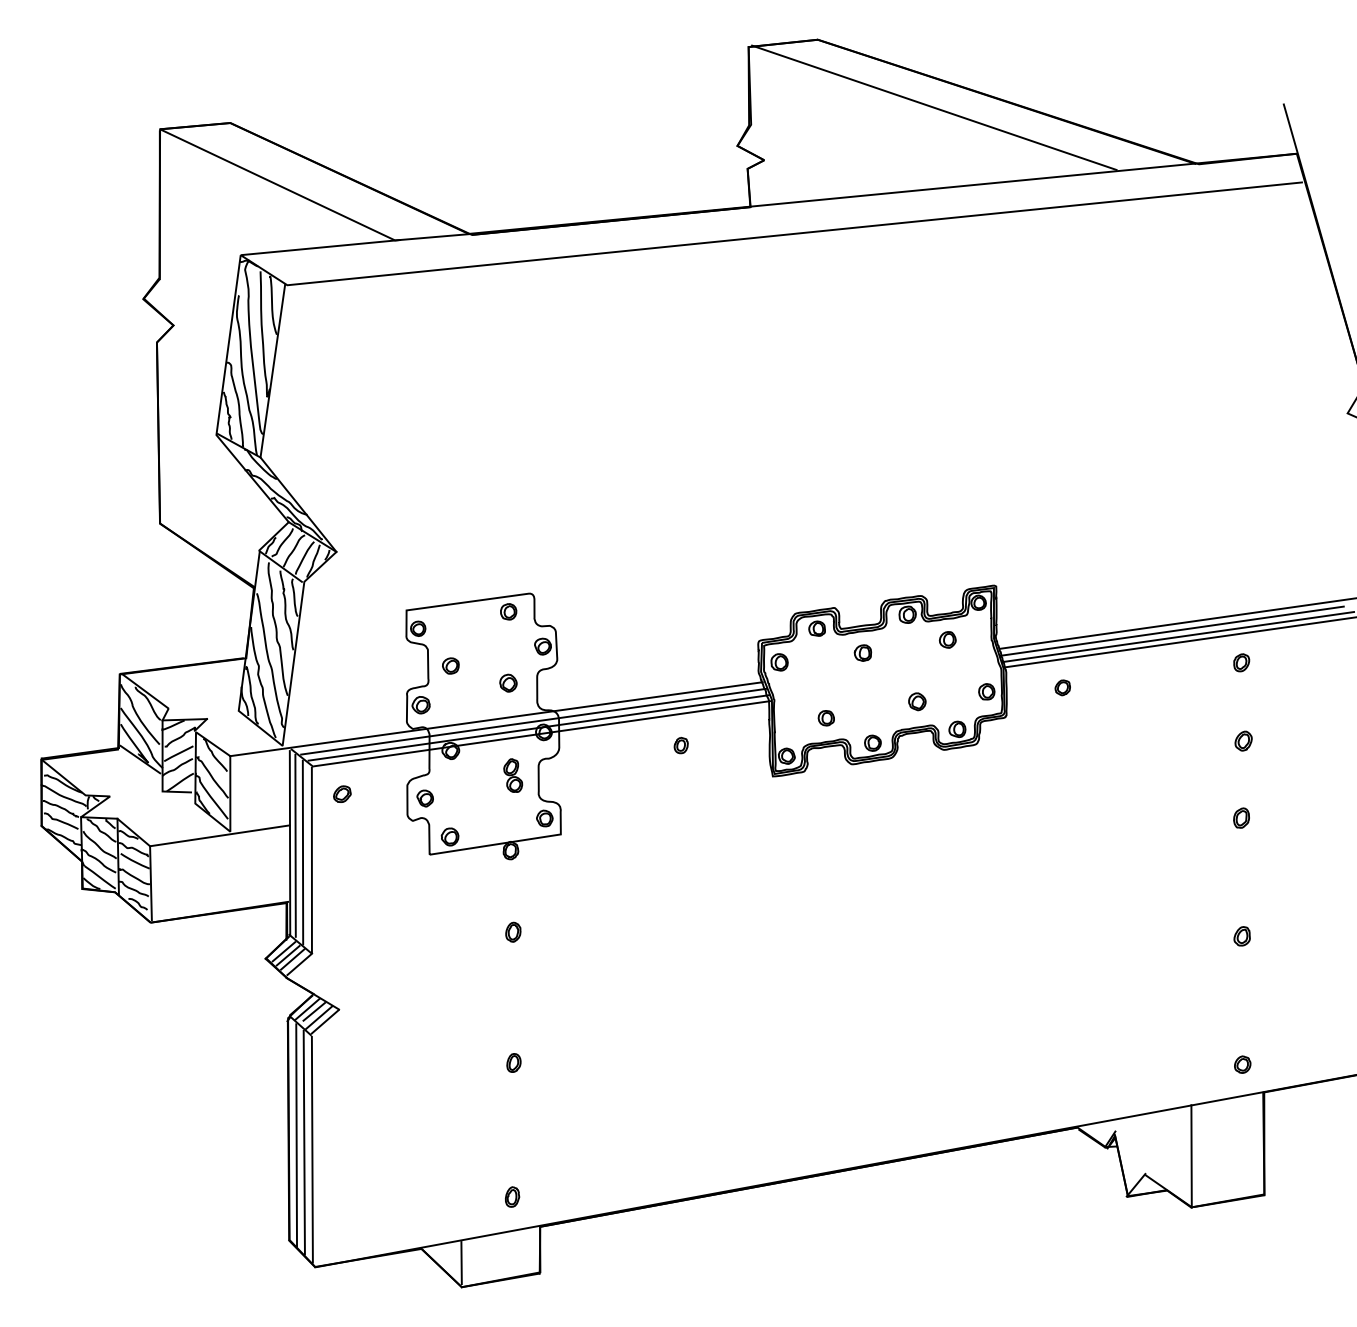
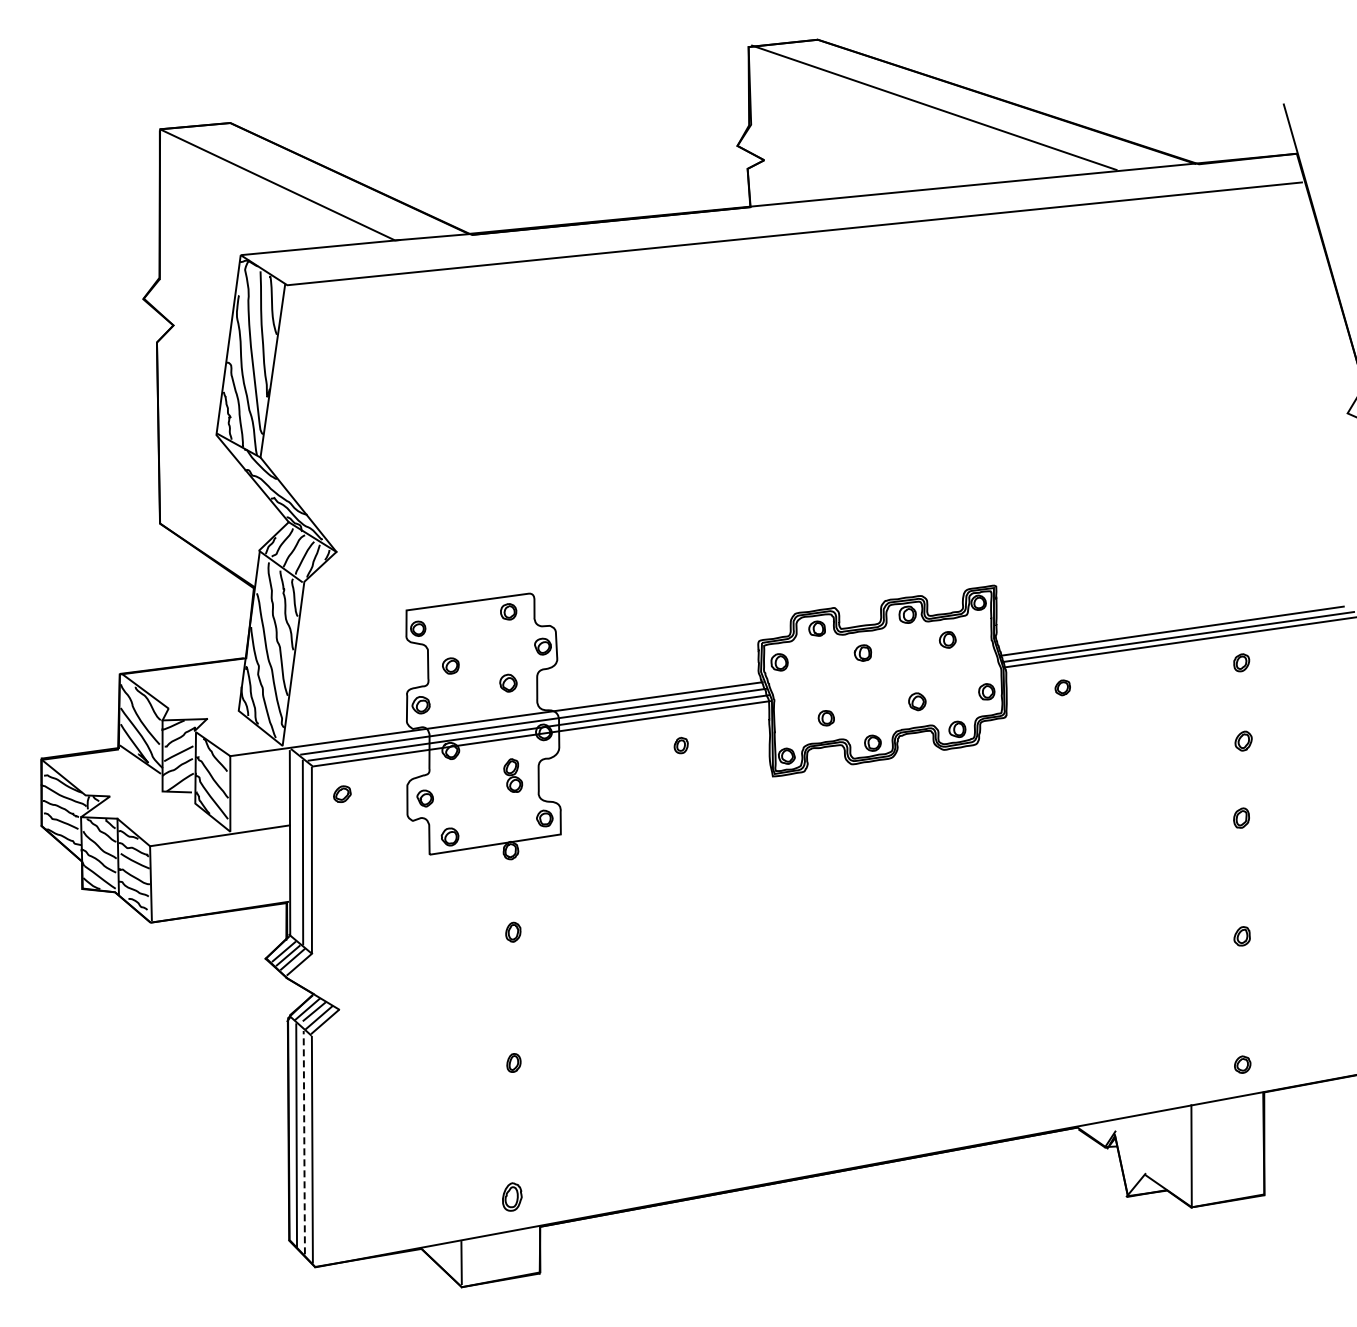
line at (1176, 623): present -> none
line at (295, 845): present -> none
line at (304, 1142): solid -> dashed
part at (512, 1196) size: 16x22 px -> 21x30 px
